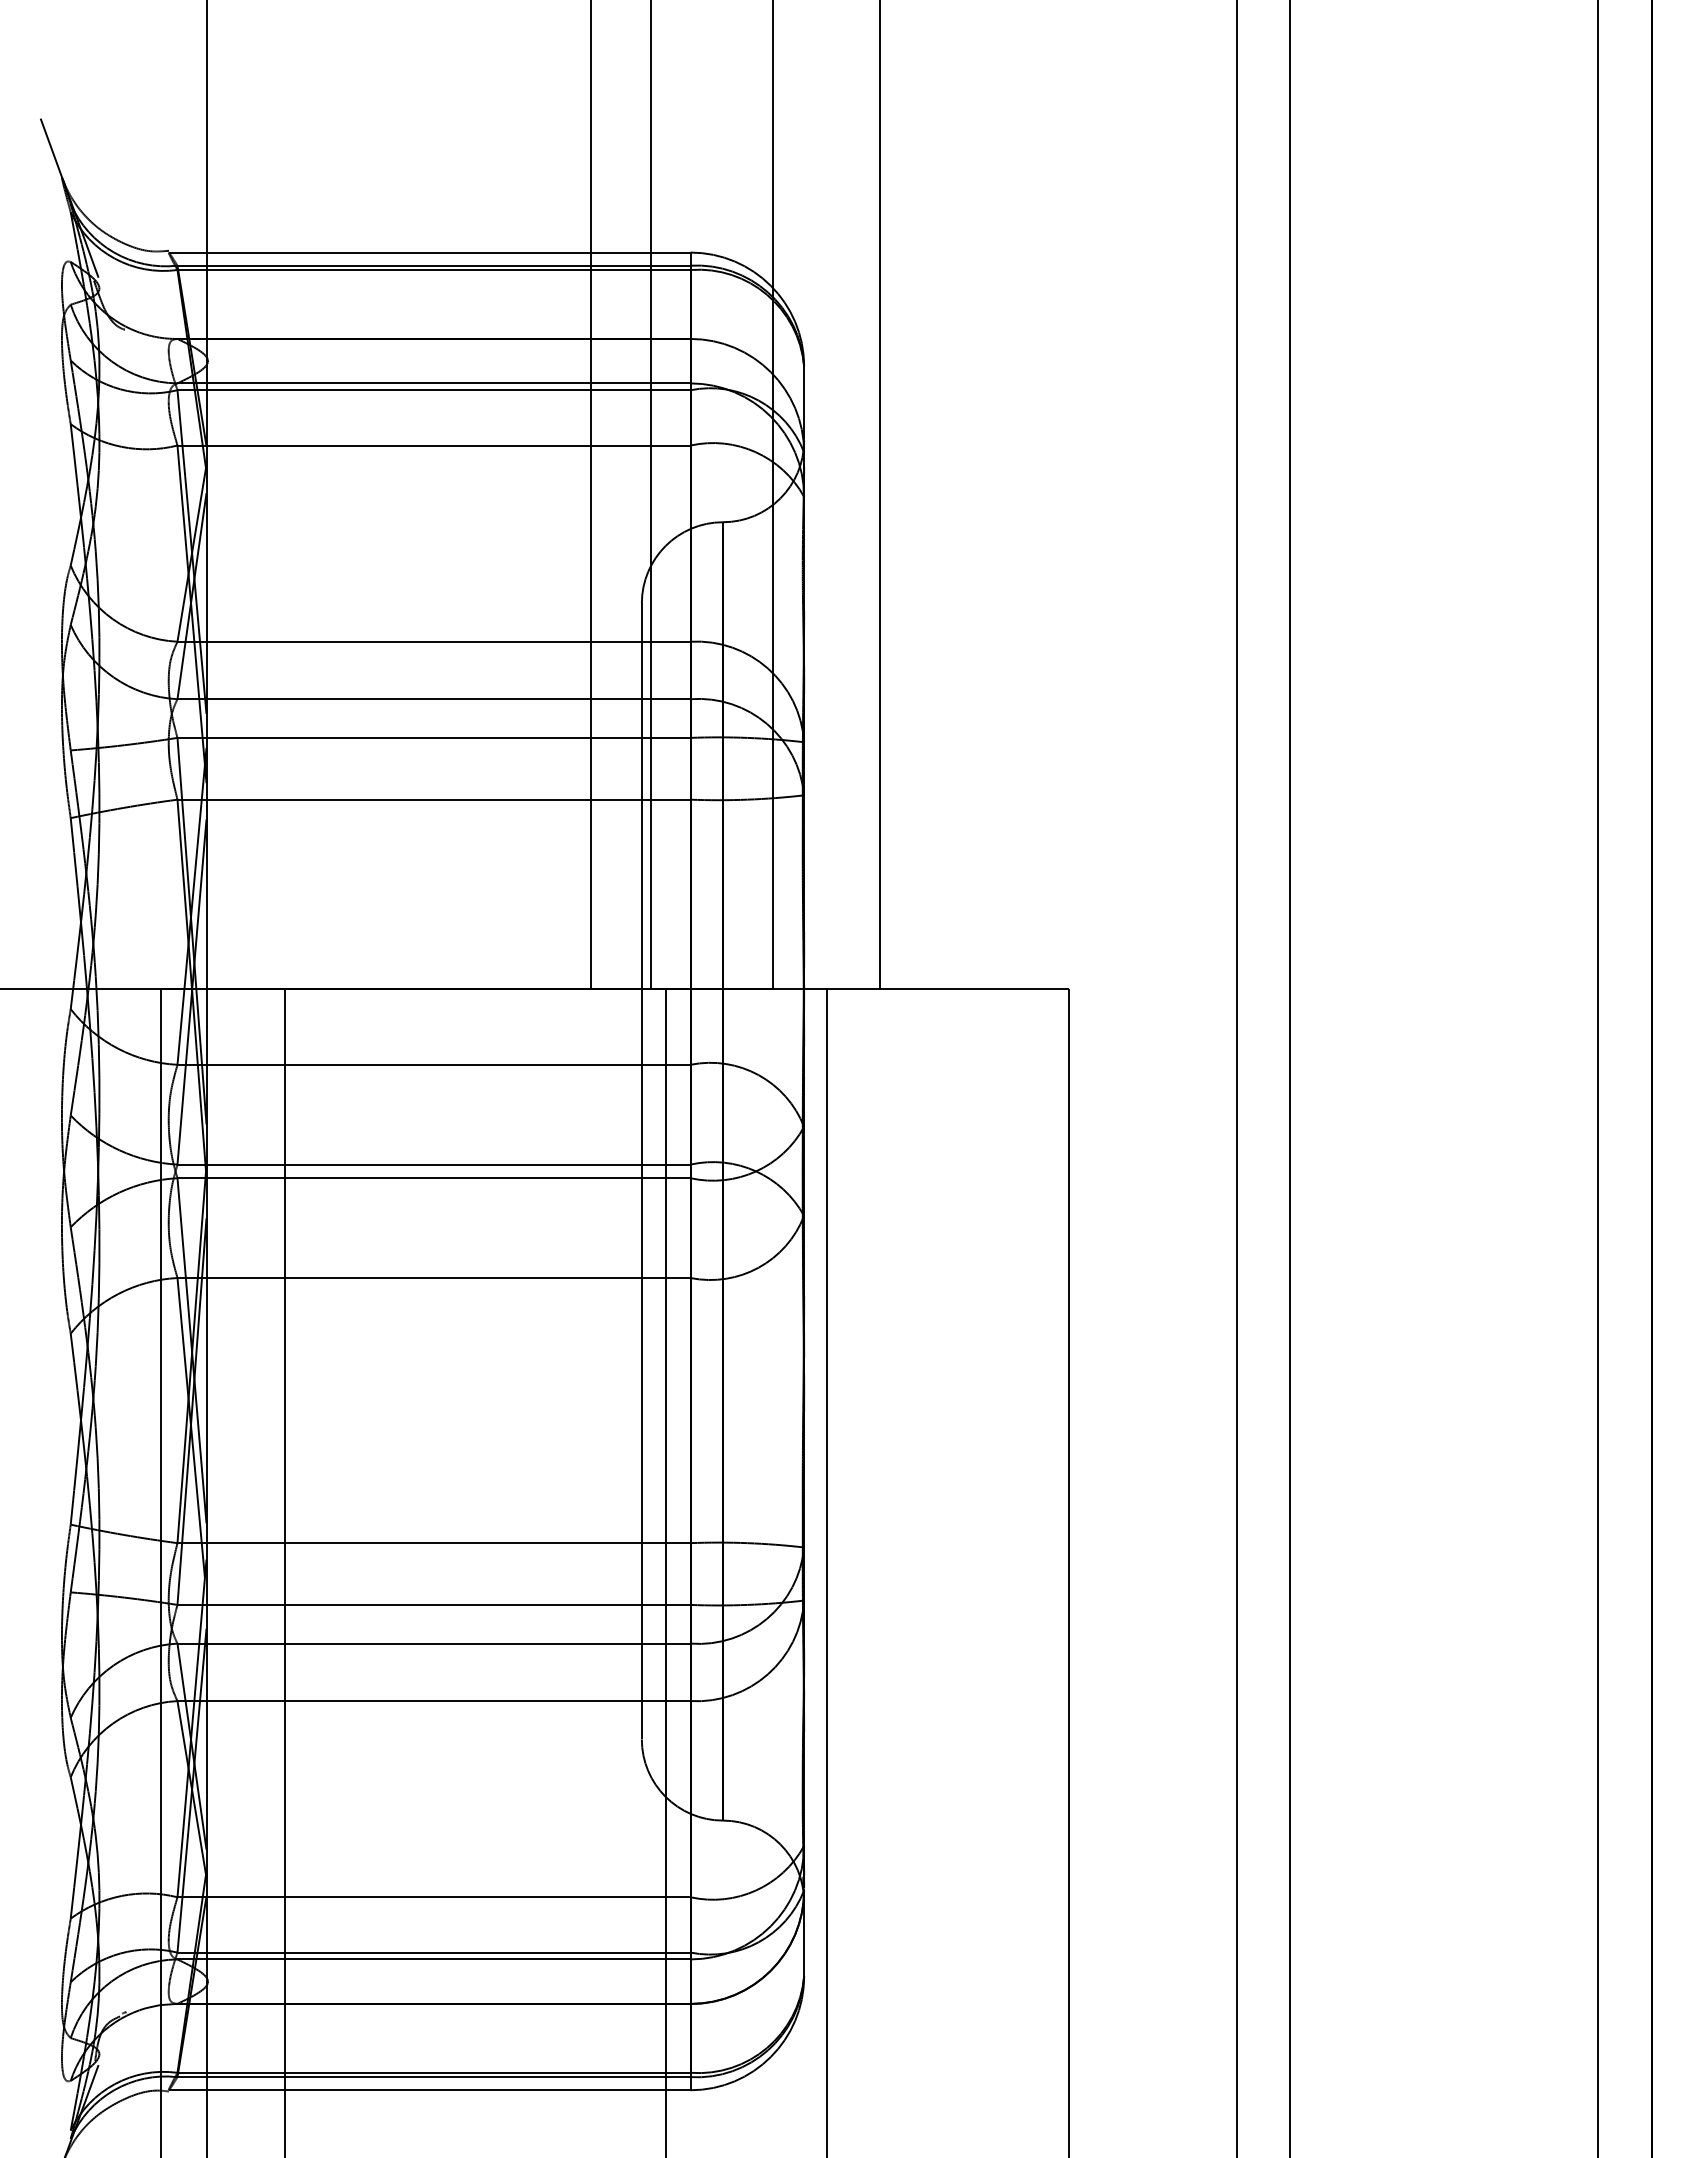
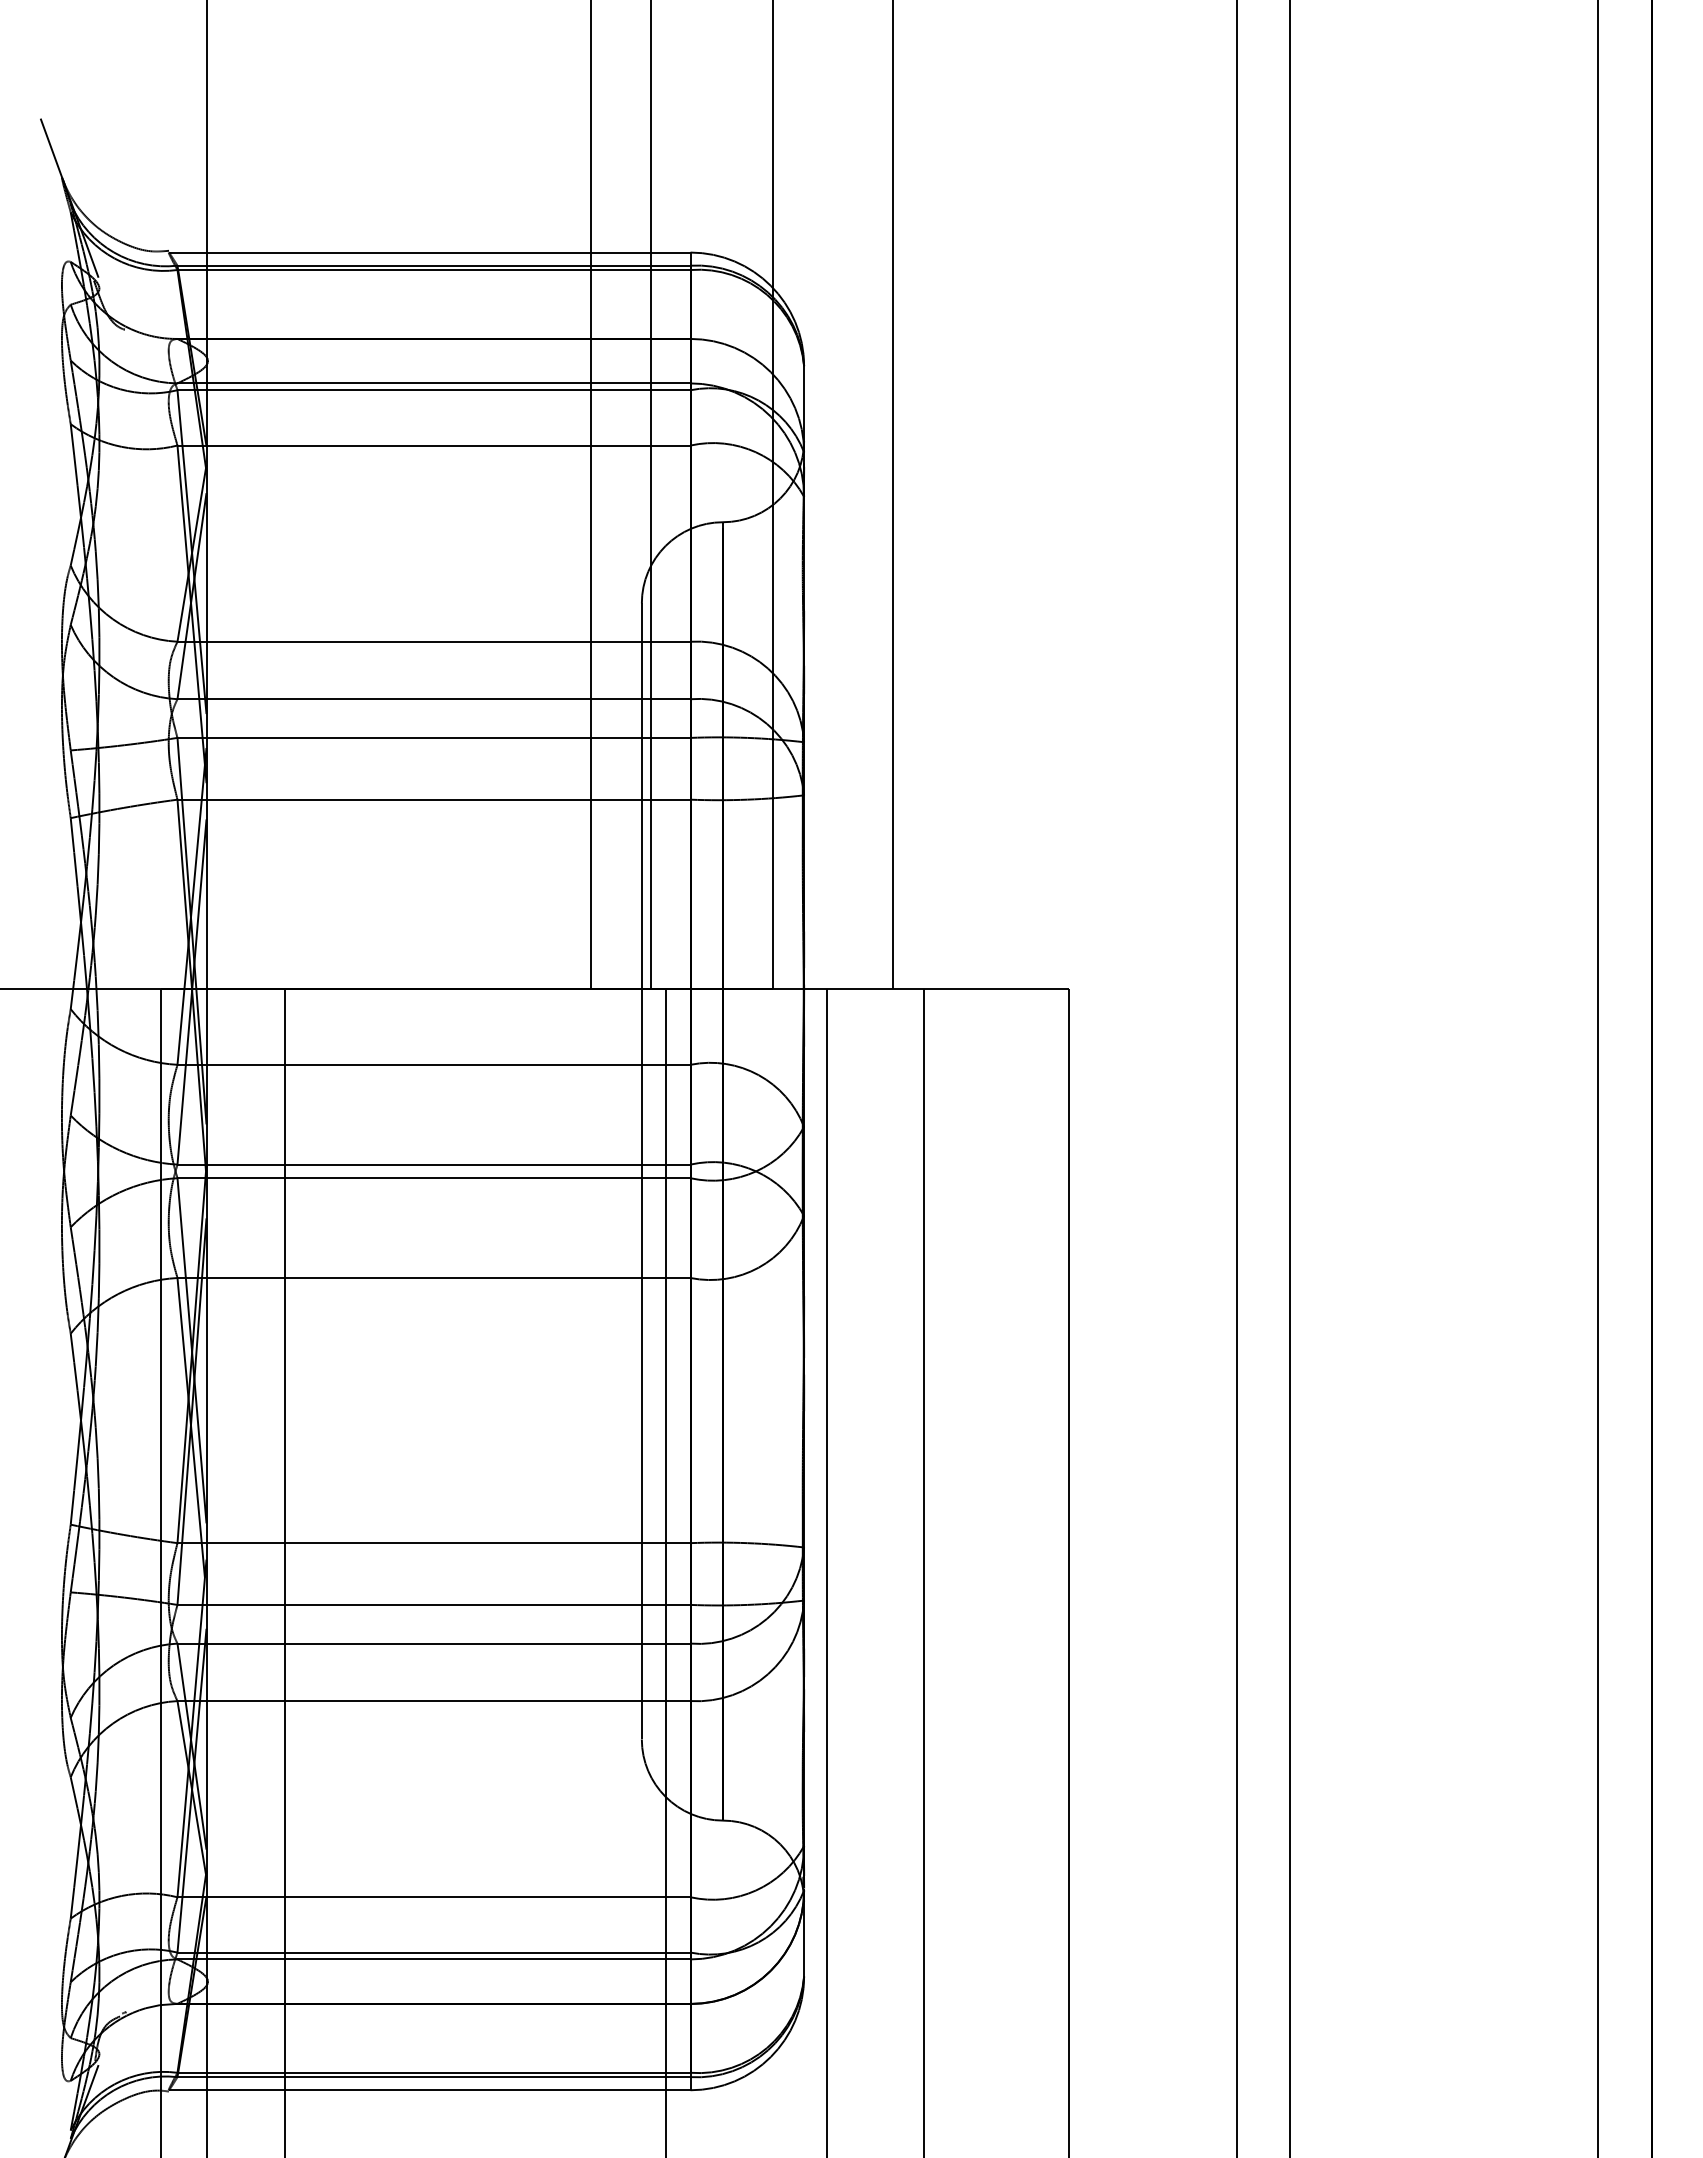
line at (879, 495) position: (879, 495) -> (892, 495)
line at (923, 1571): none -> present
